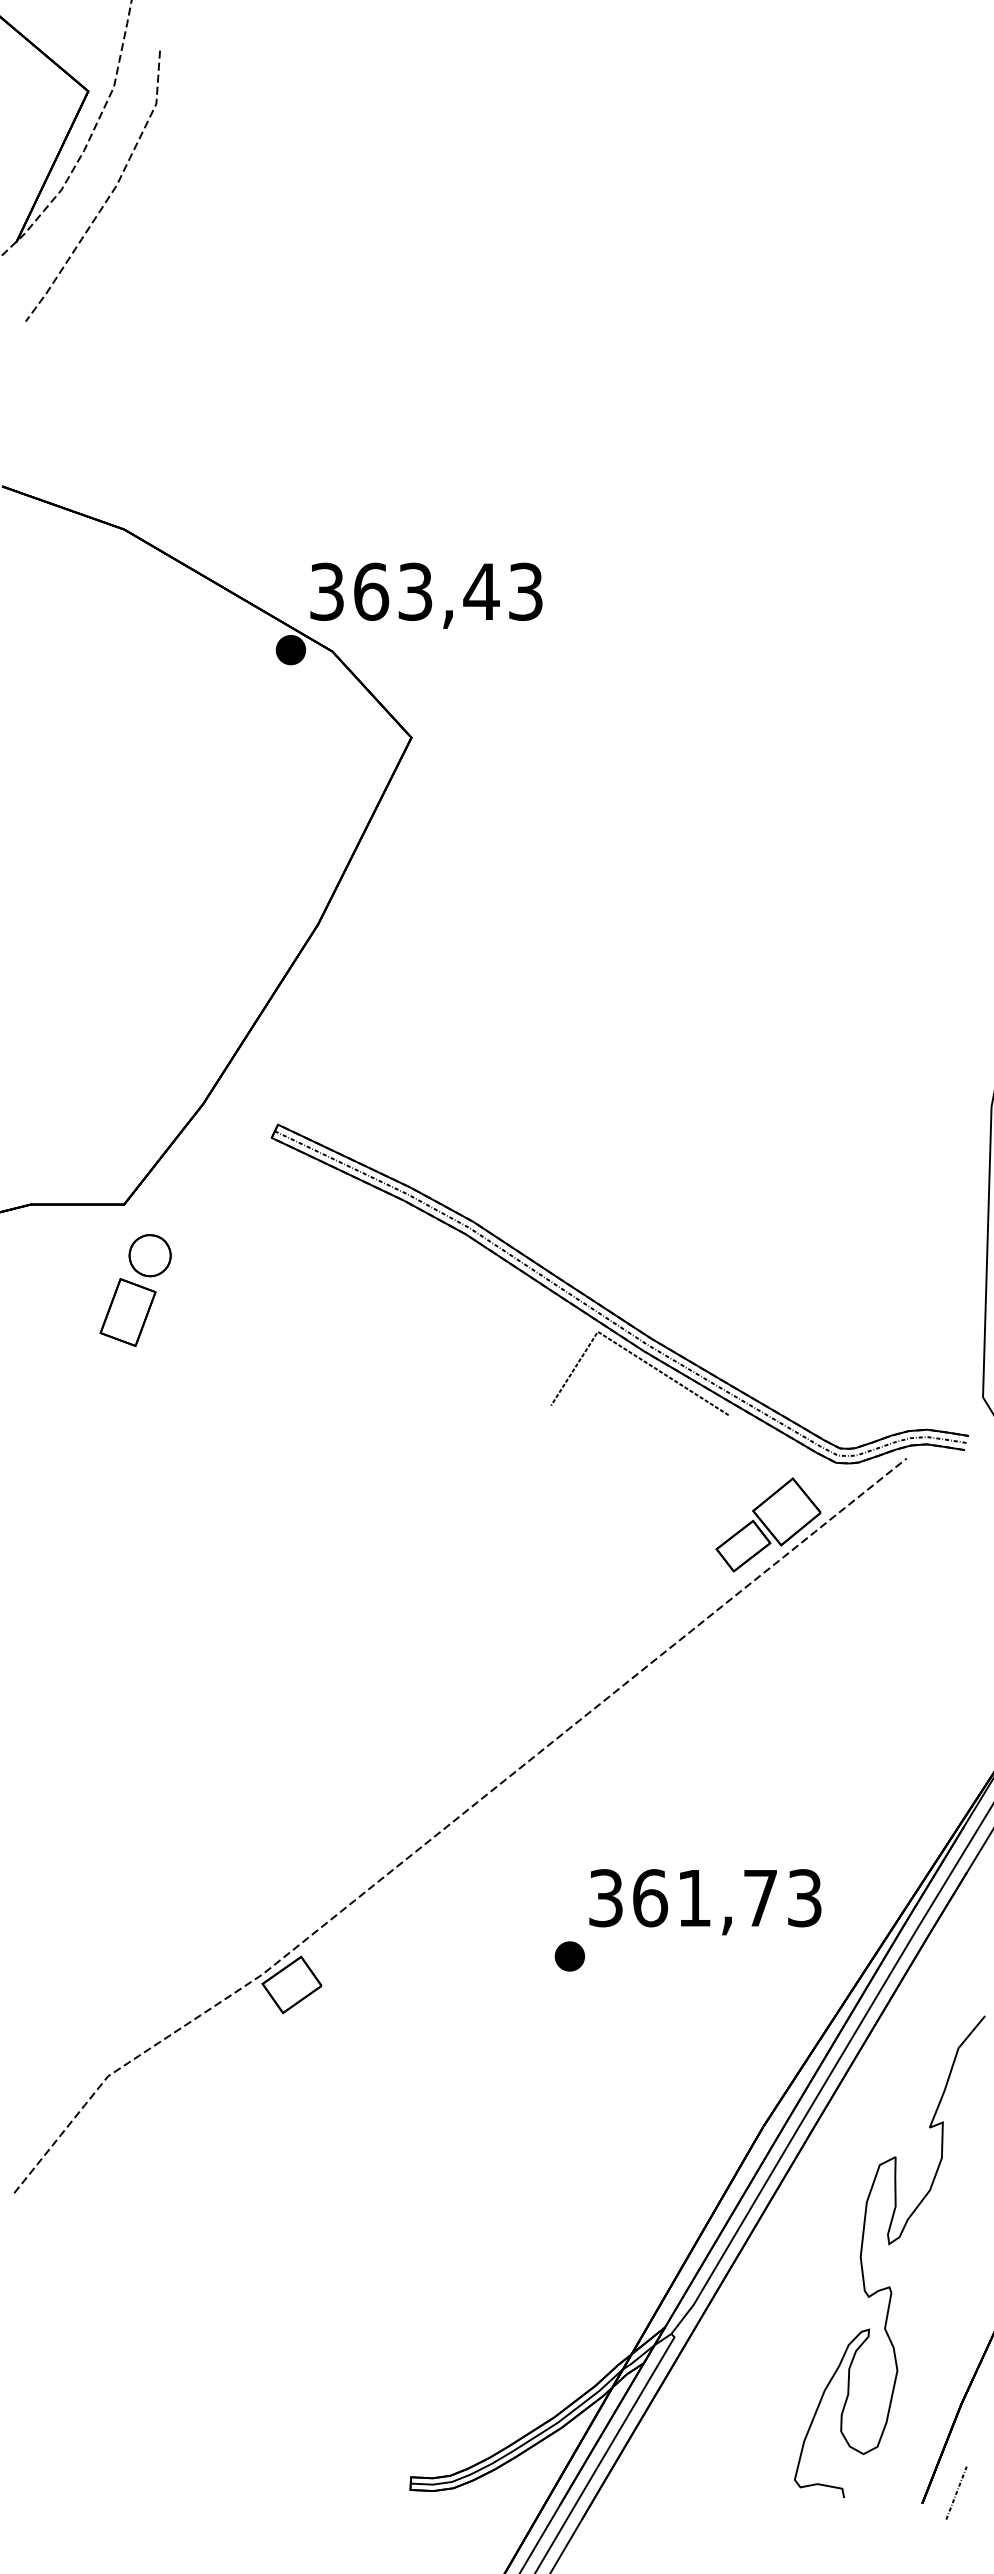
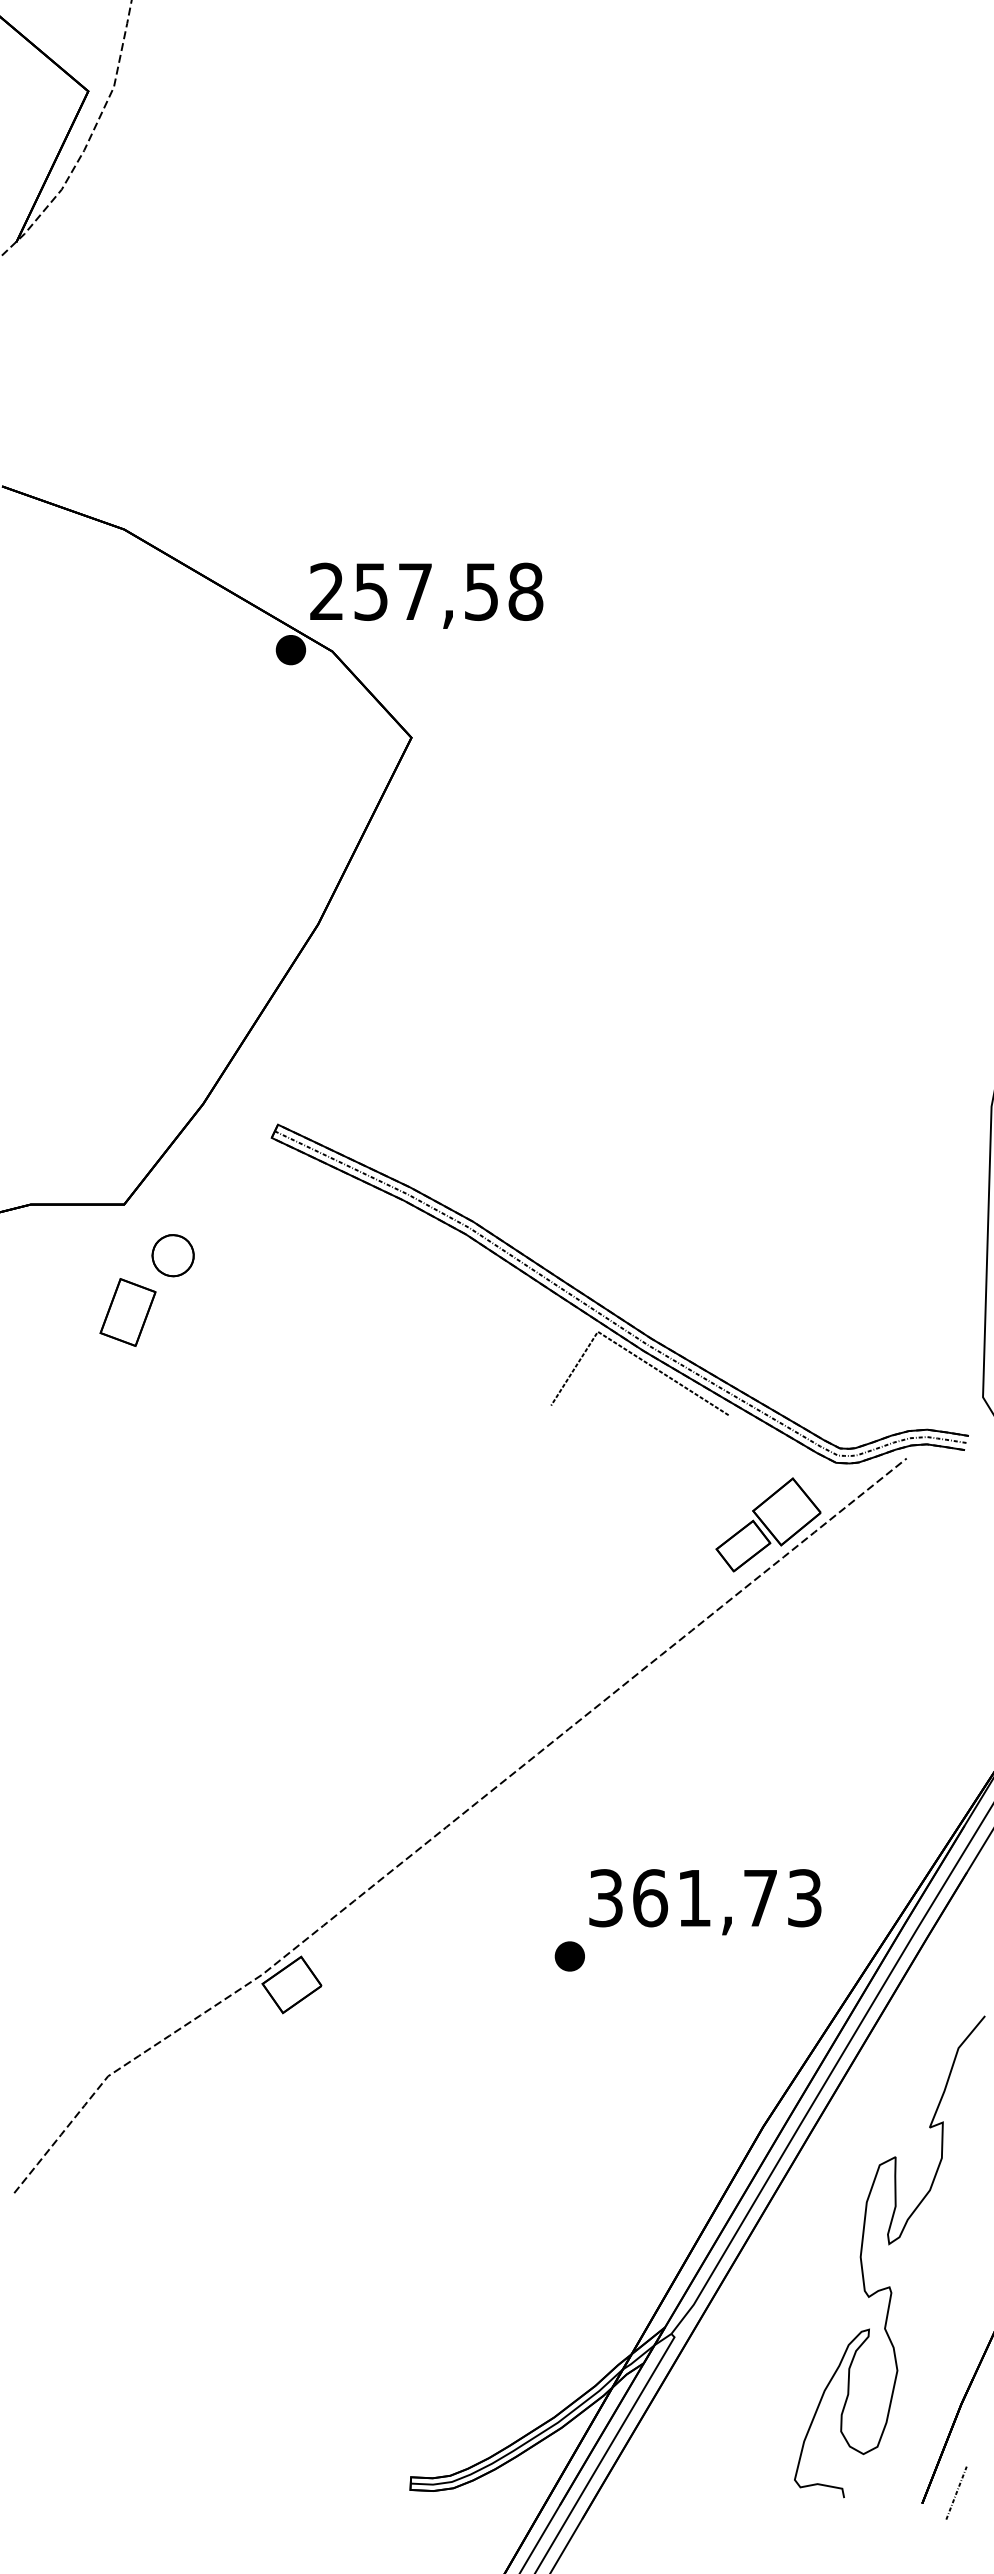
curve at (107, 197): present -> none
text at (426, 591): 363,43 -> 257,58
part at (149, 1255) position: (149, 1255) -> (172, 1255)
